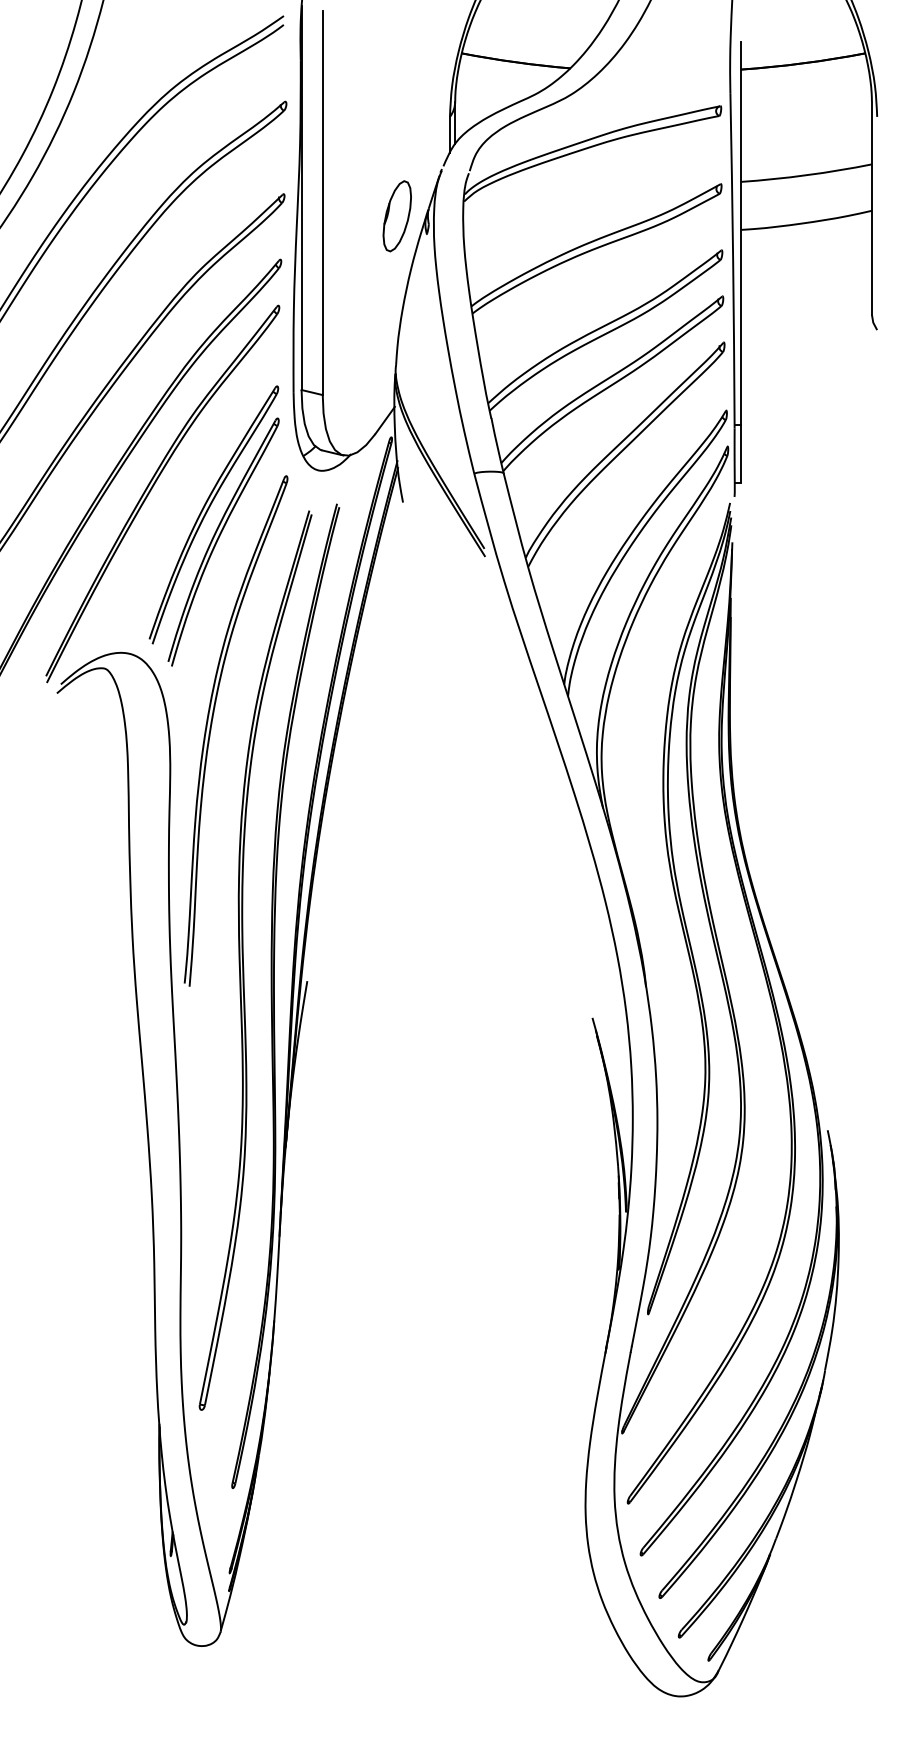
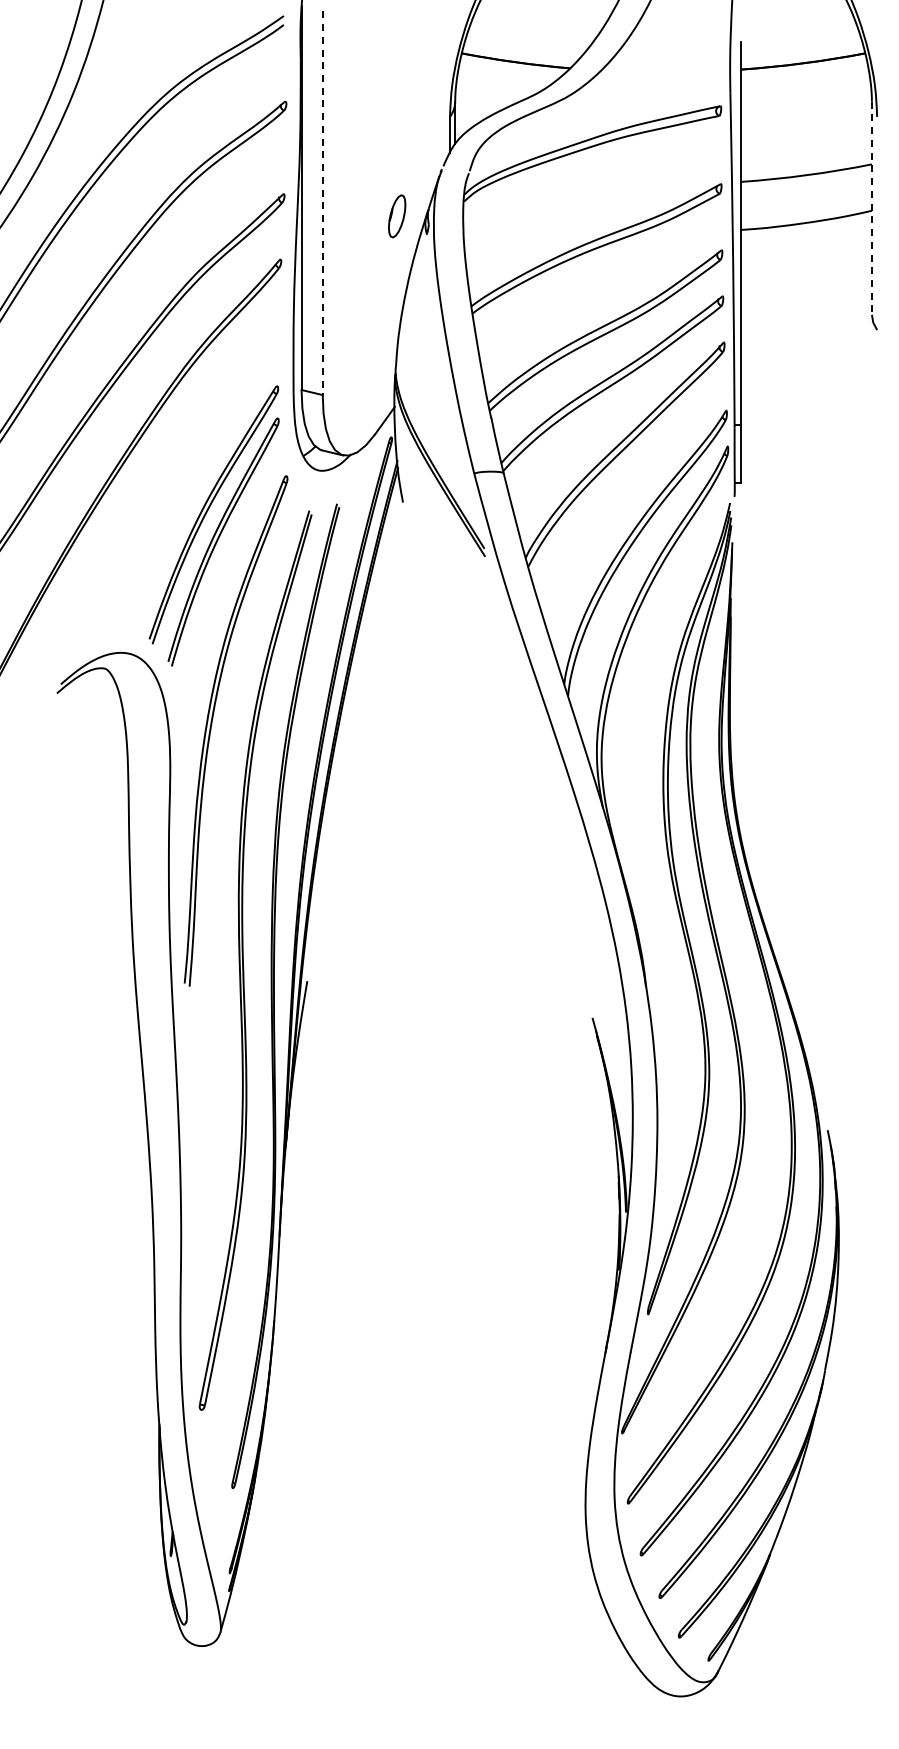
line at (322, 203): solid -> dashed
line at (871, 208): solid -> dashed
part at (396, 216) size: 30x73 px -> 19x45 px
part at (153, 487): present -> none
